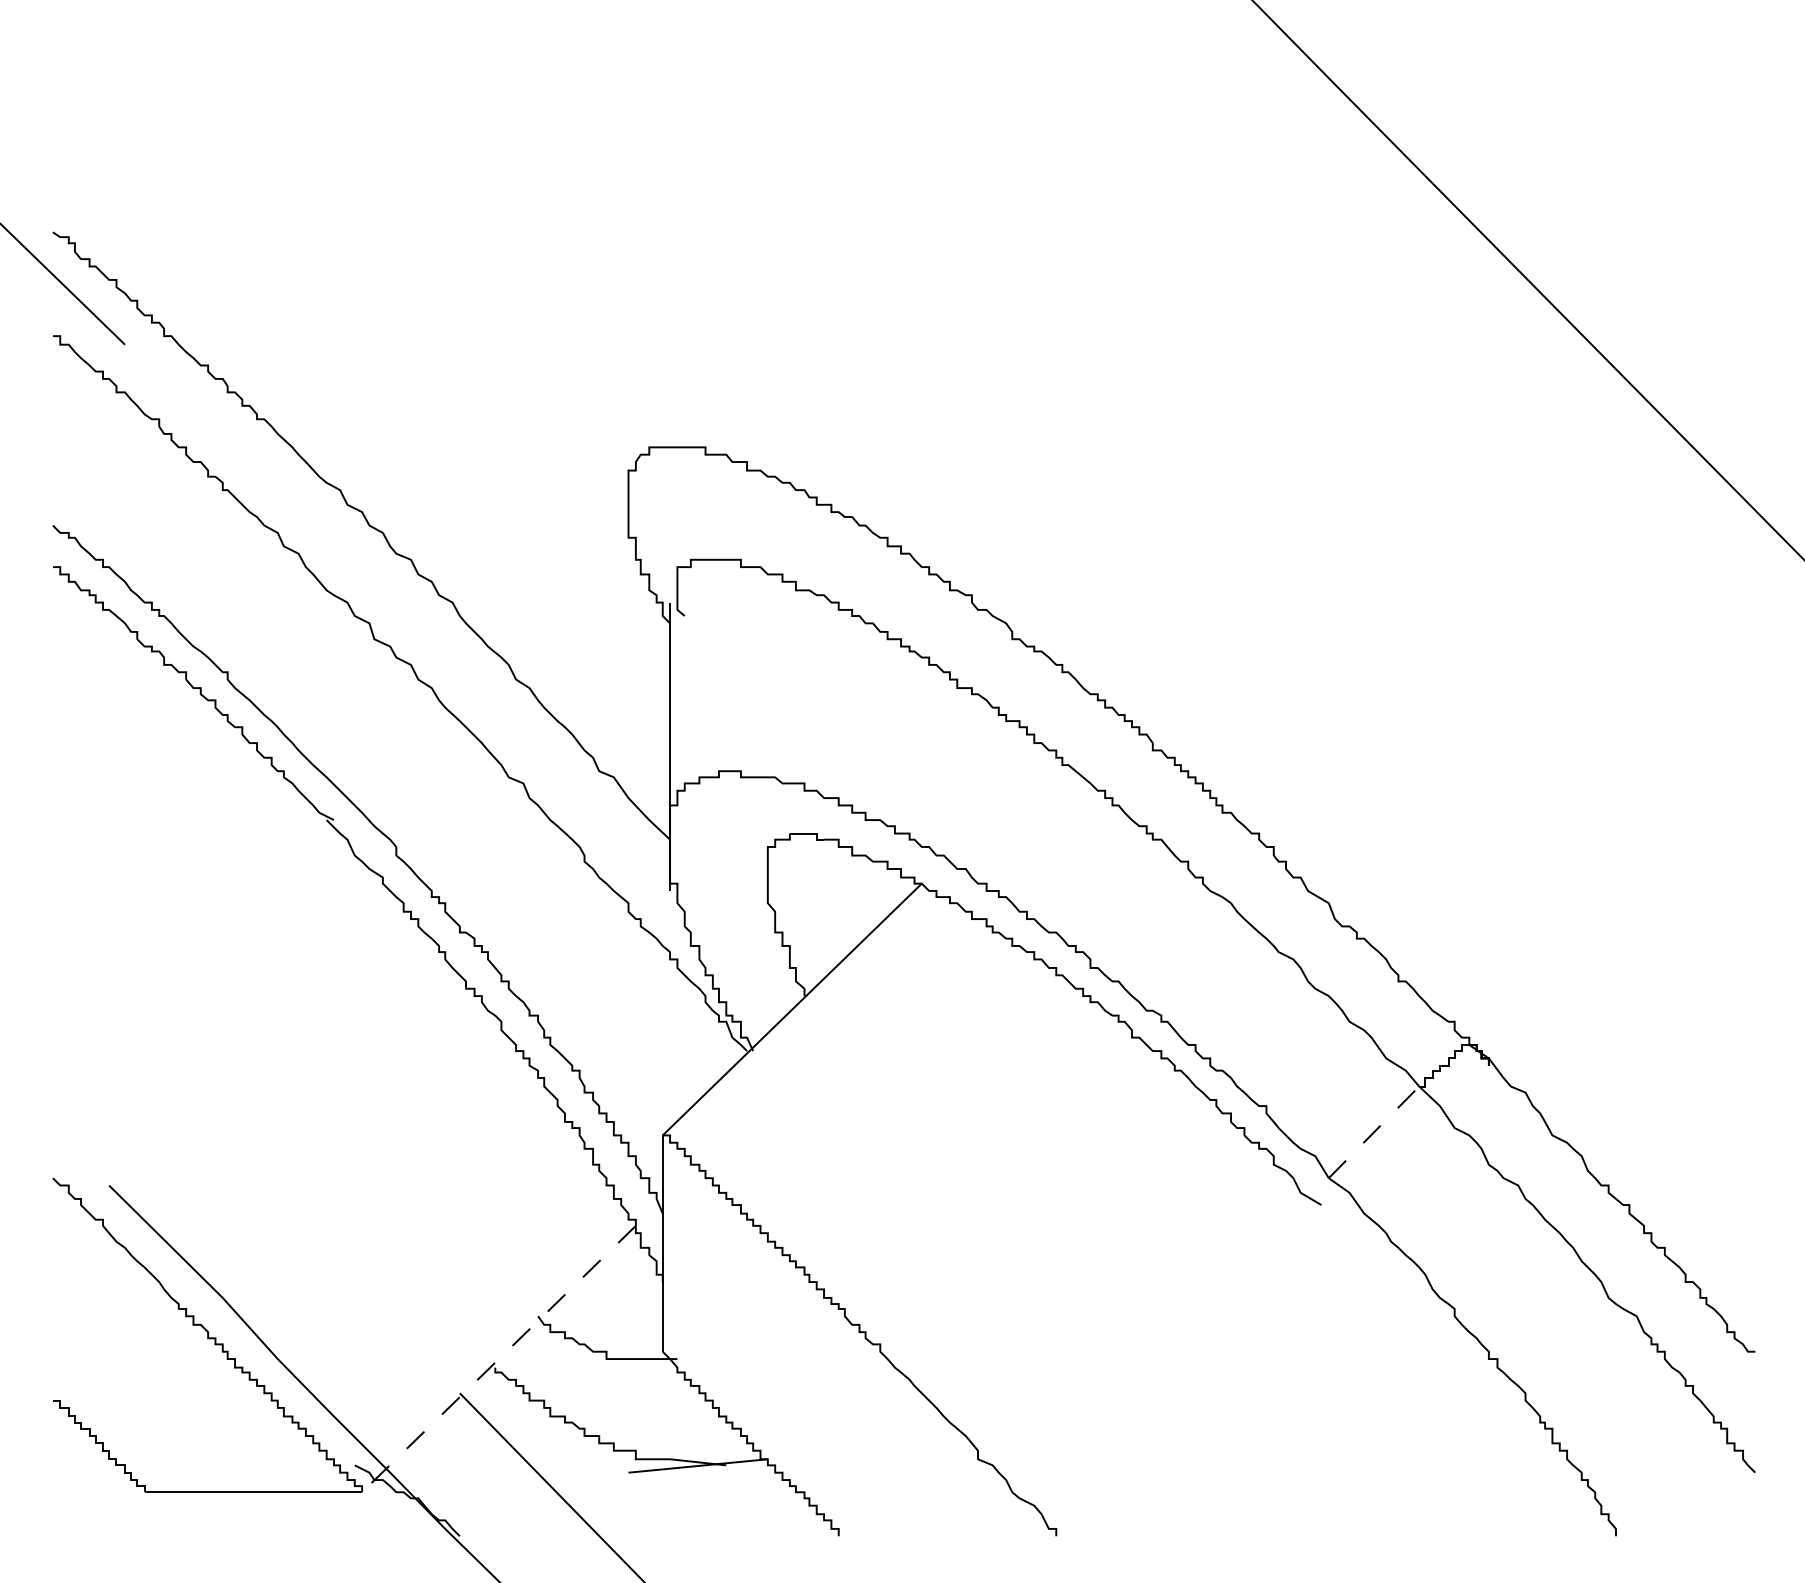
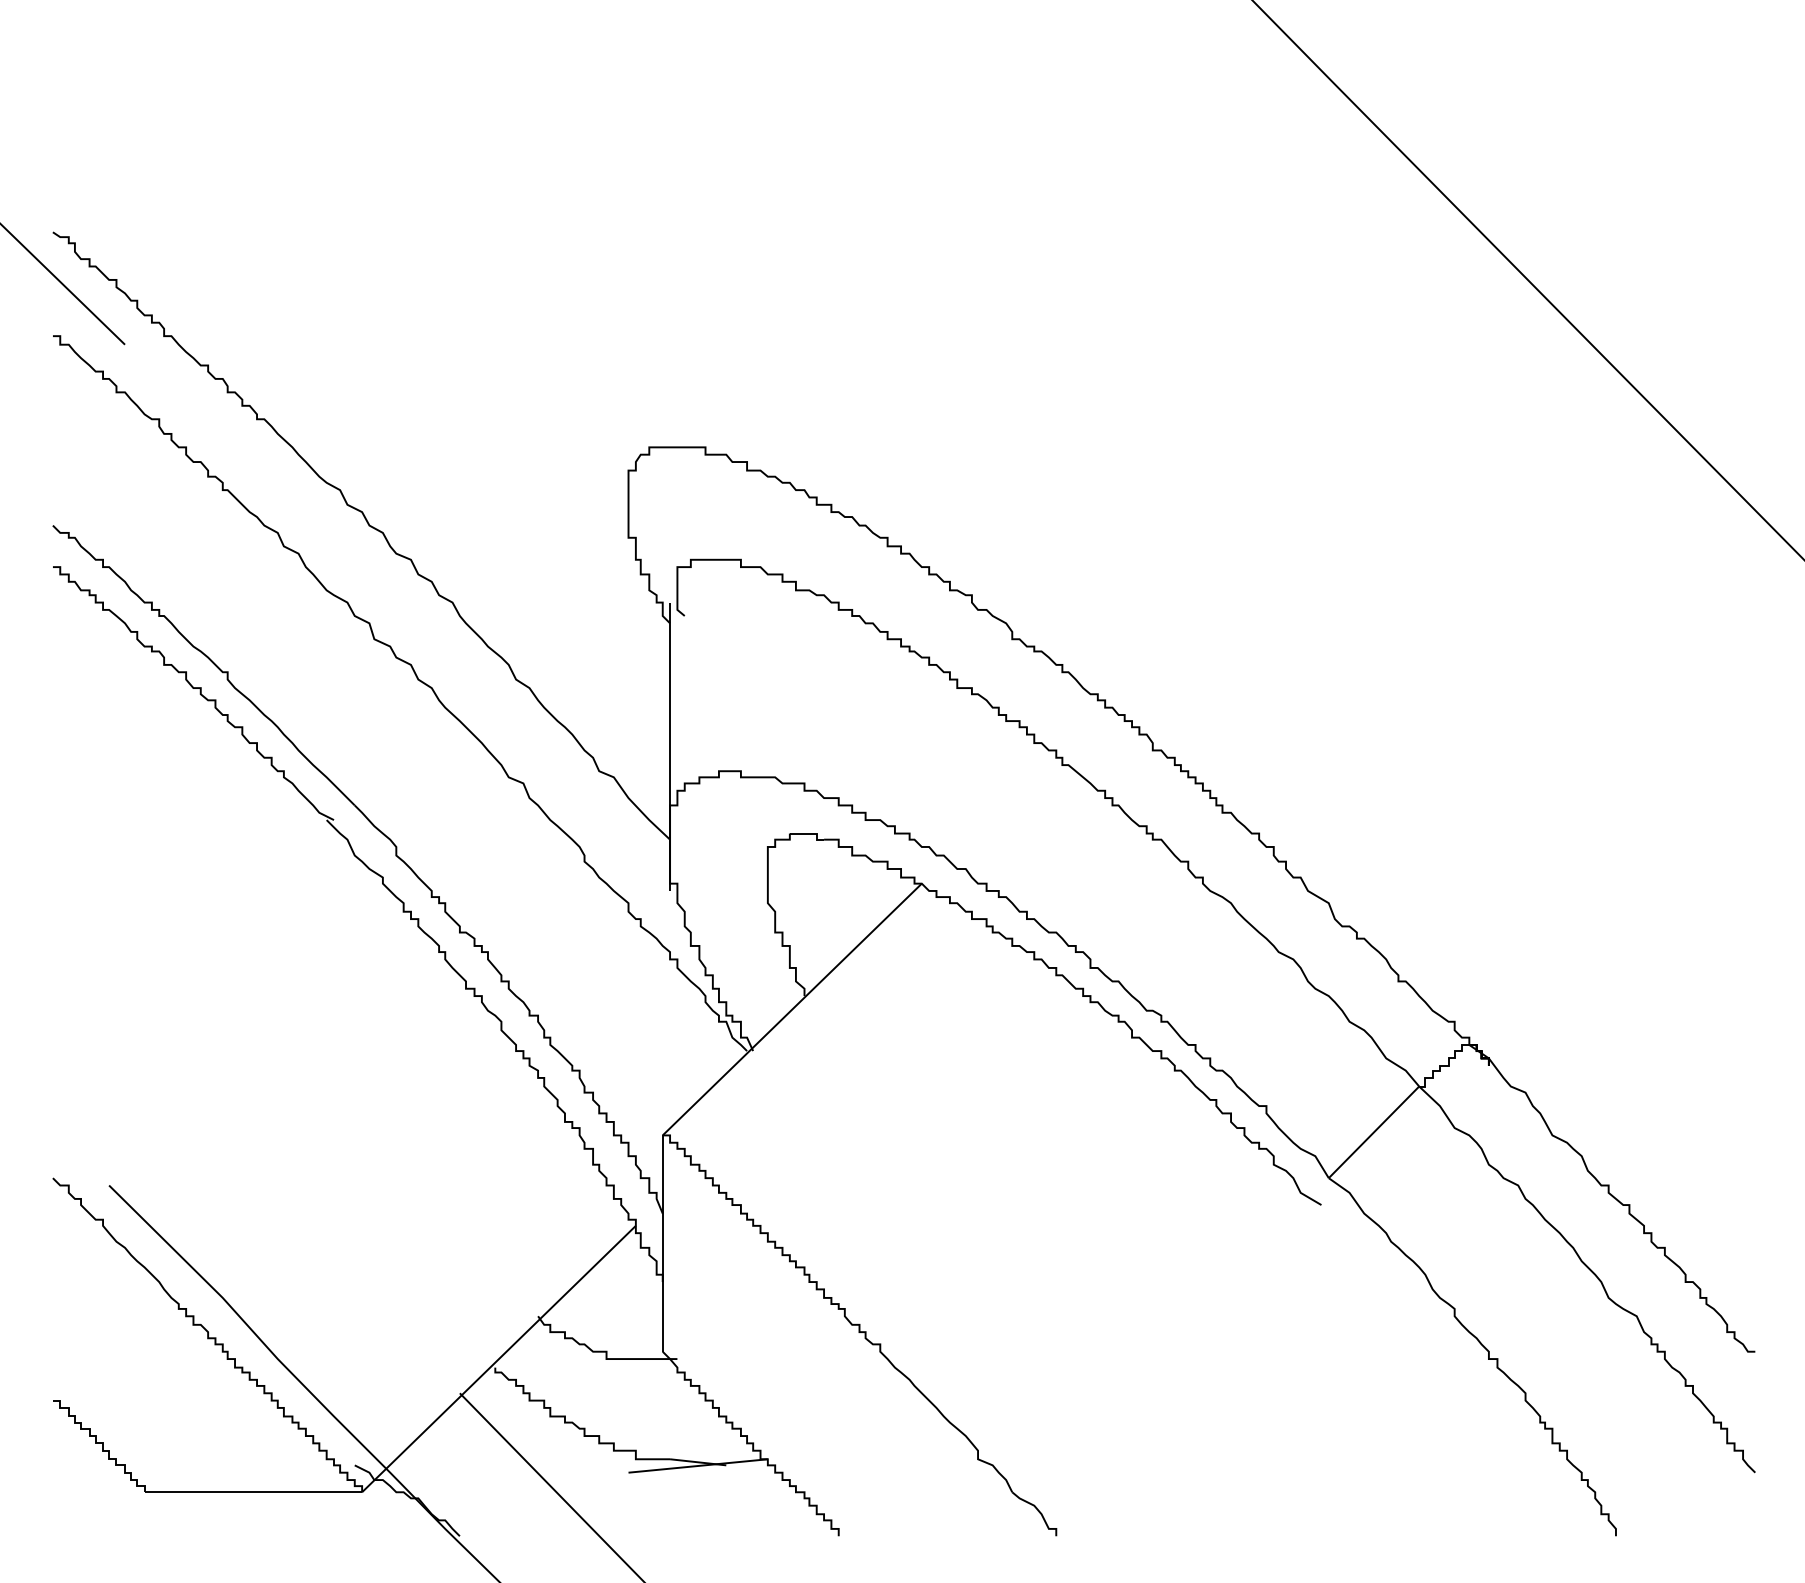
line at (1374, 1131): dashed -> solid
line at (499, 1359): dashed -> solid
